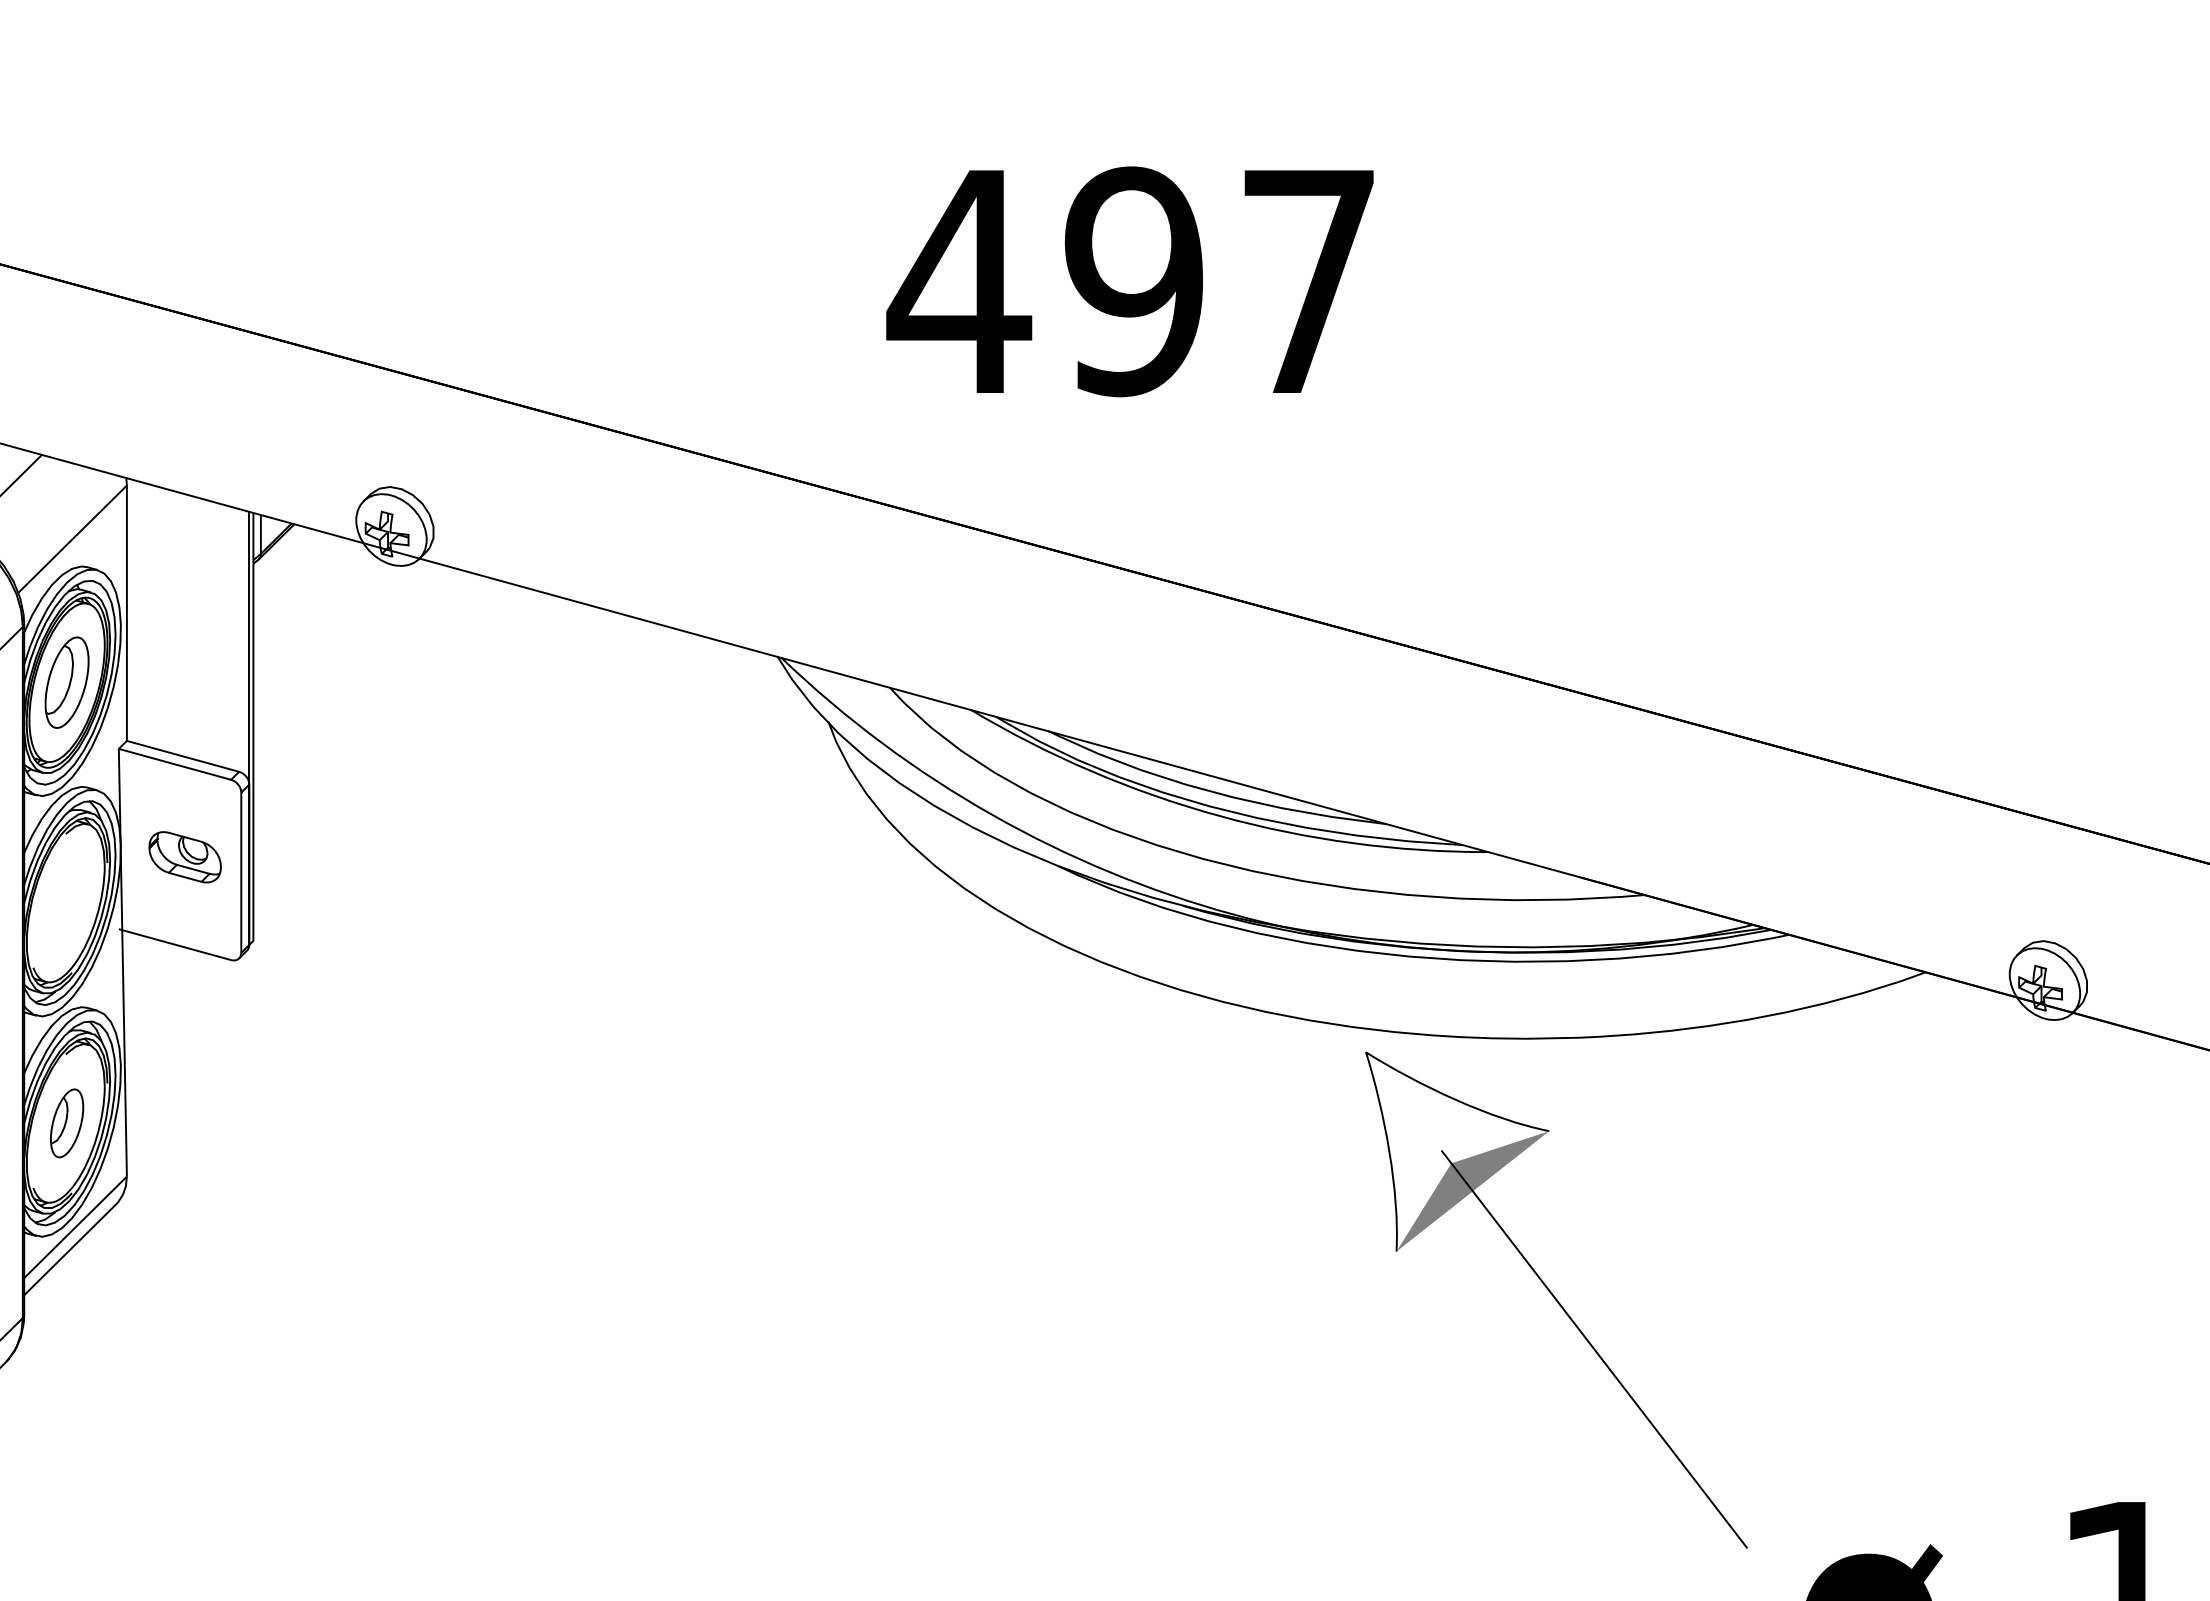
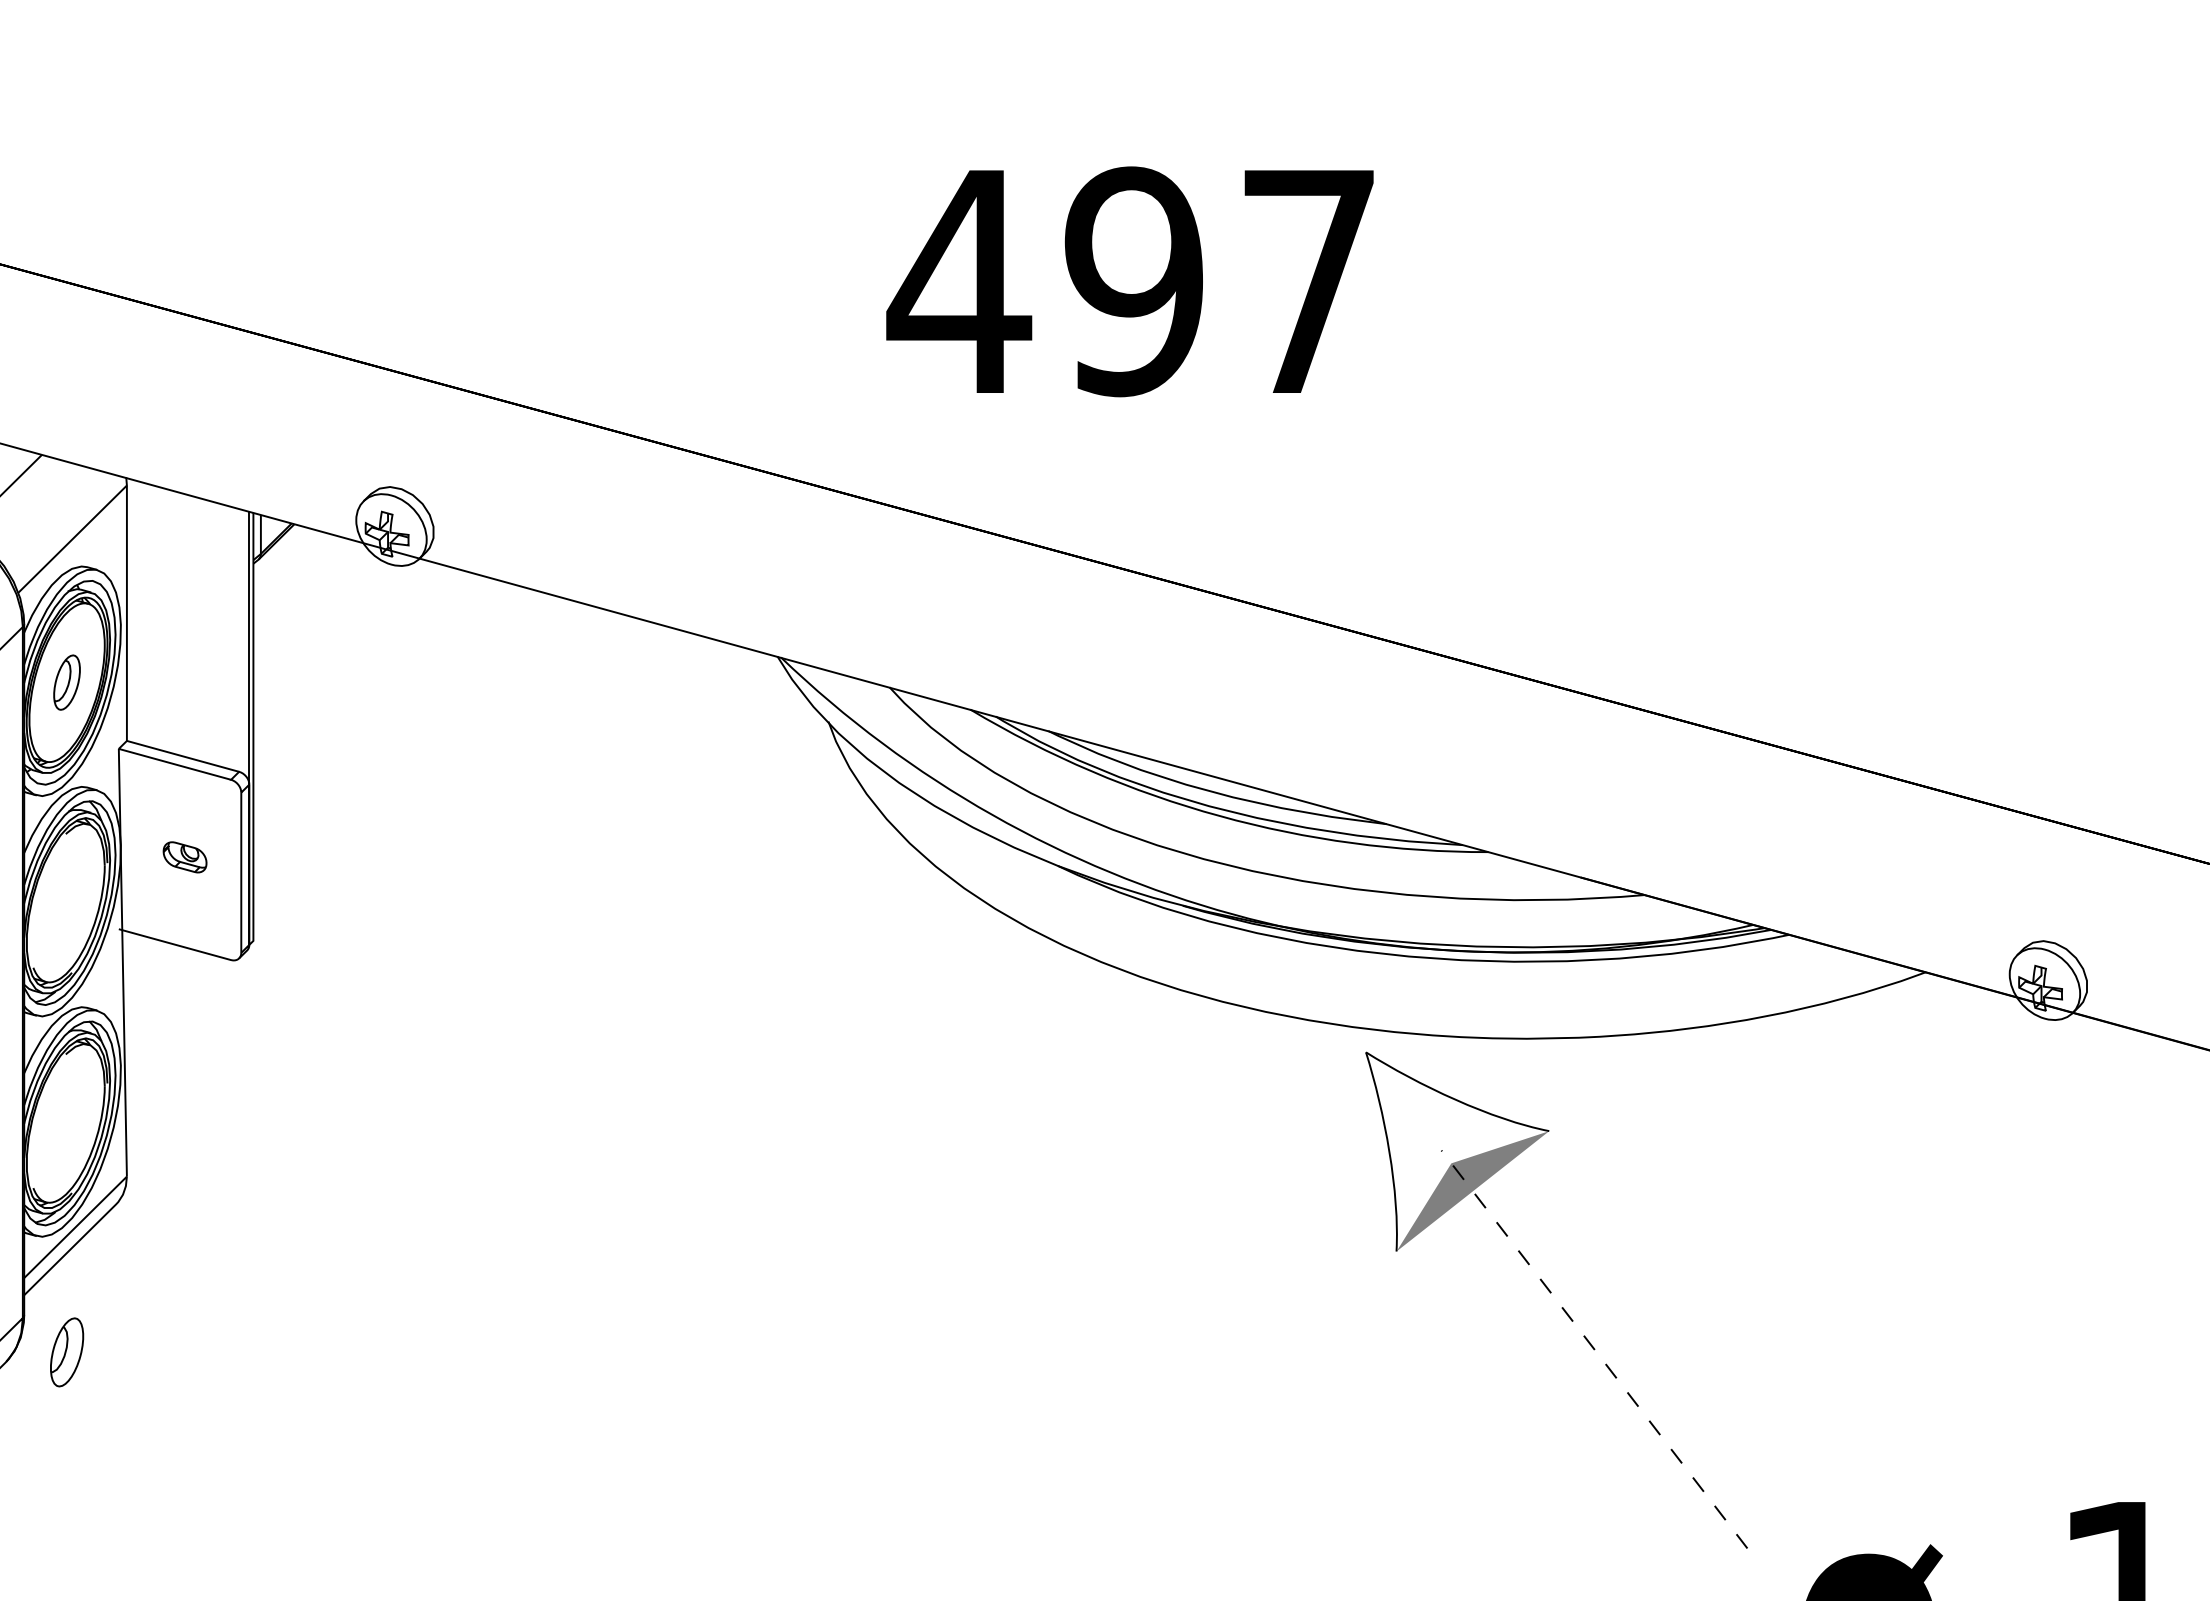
part at (66, 682) size: 46x93 px -> 28x57 px
part at (184, 857) size: 74x53 px -> 46x33 px
part at (67, 1123) position: (67, 1123) -> (67, 1352)
line at (1594, 1349): solid -> dashed
